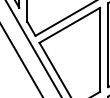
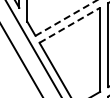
line at (66, 17): solid -> dashed
line at (70, 25): solid -> dashed
